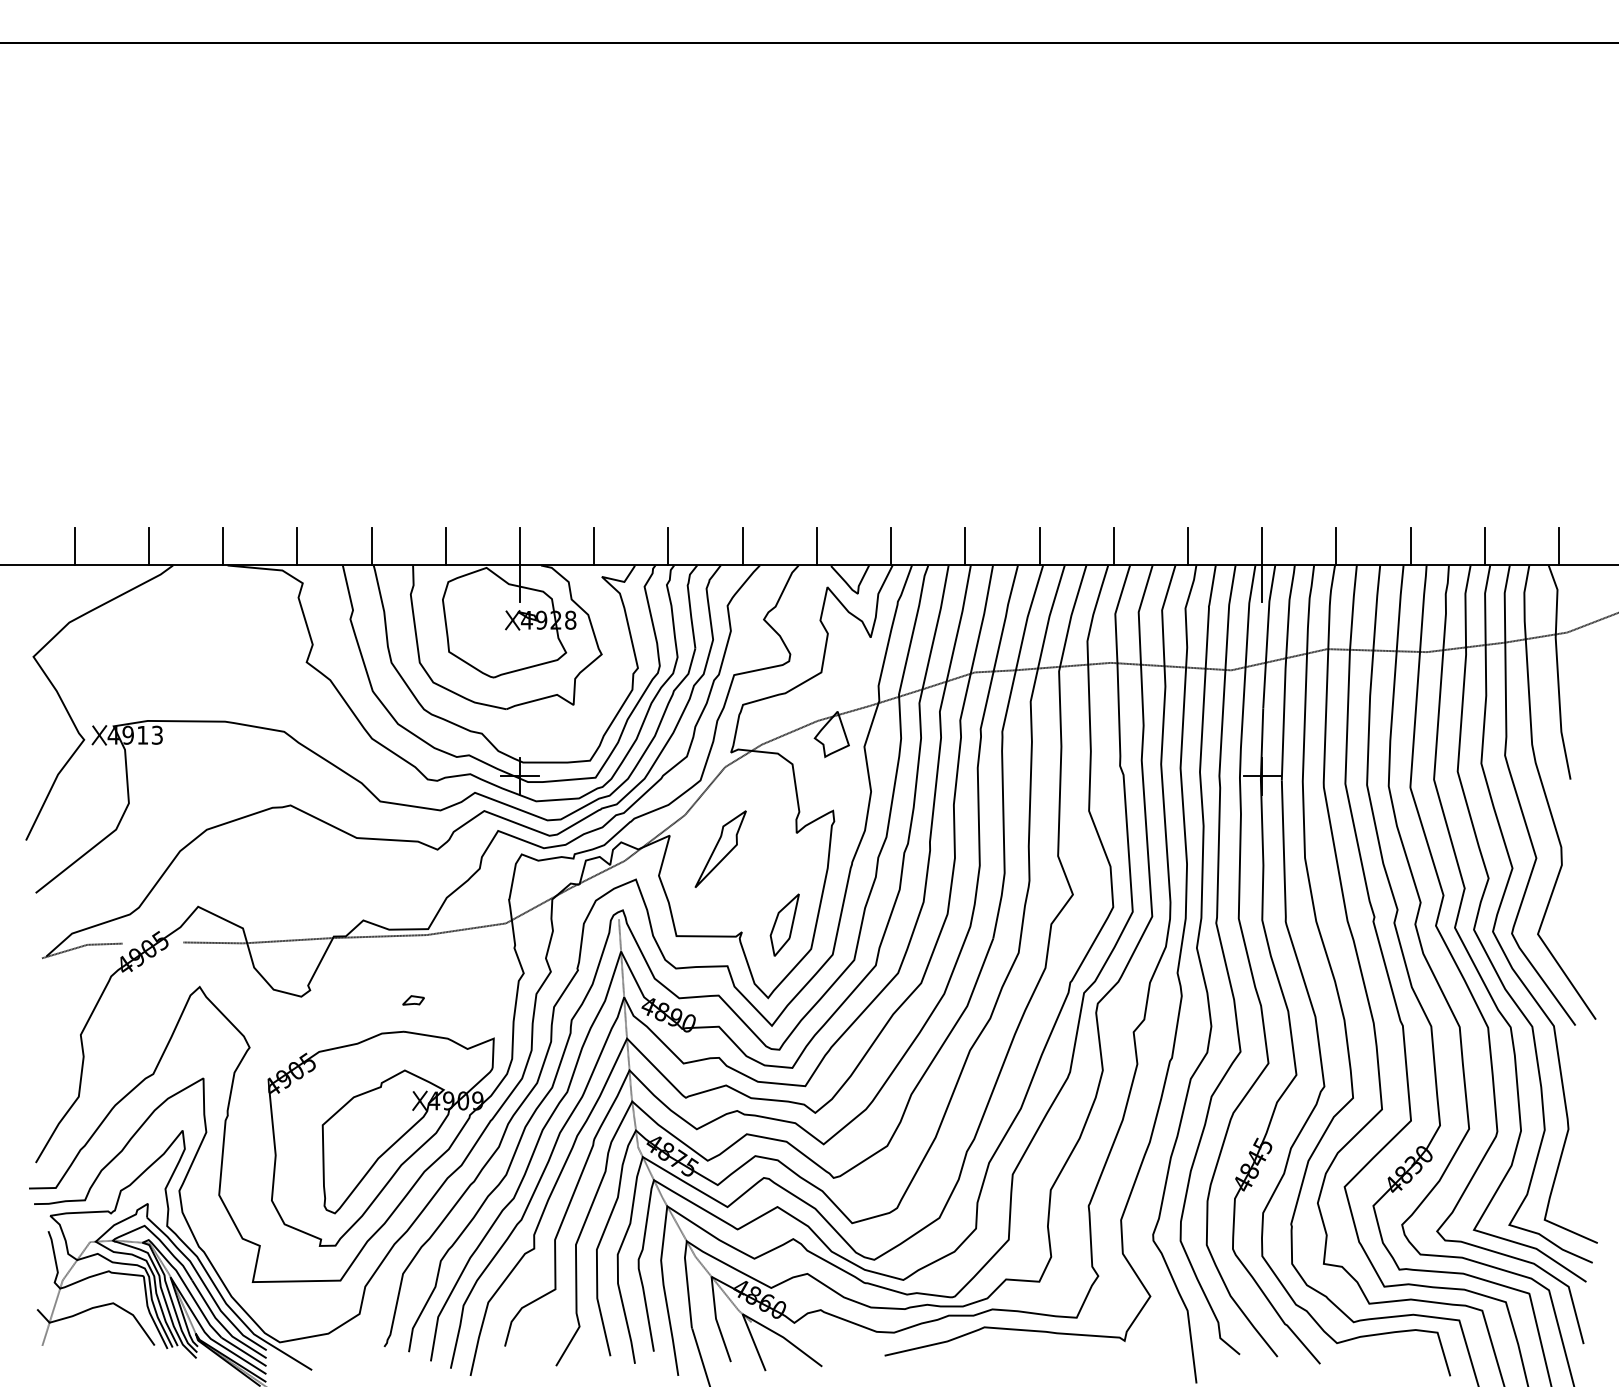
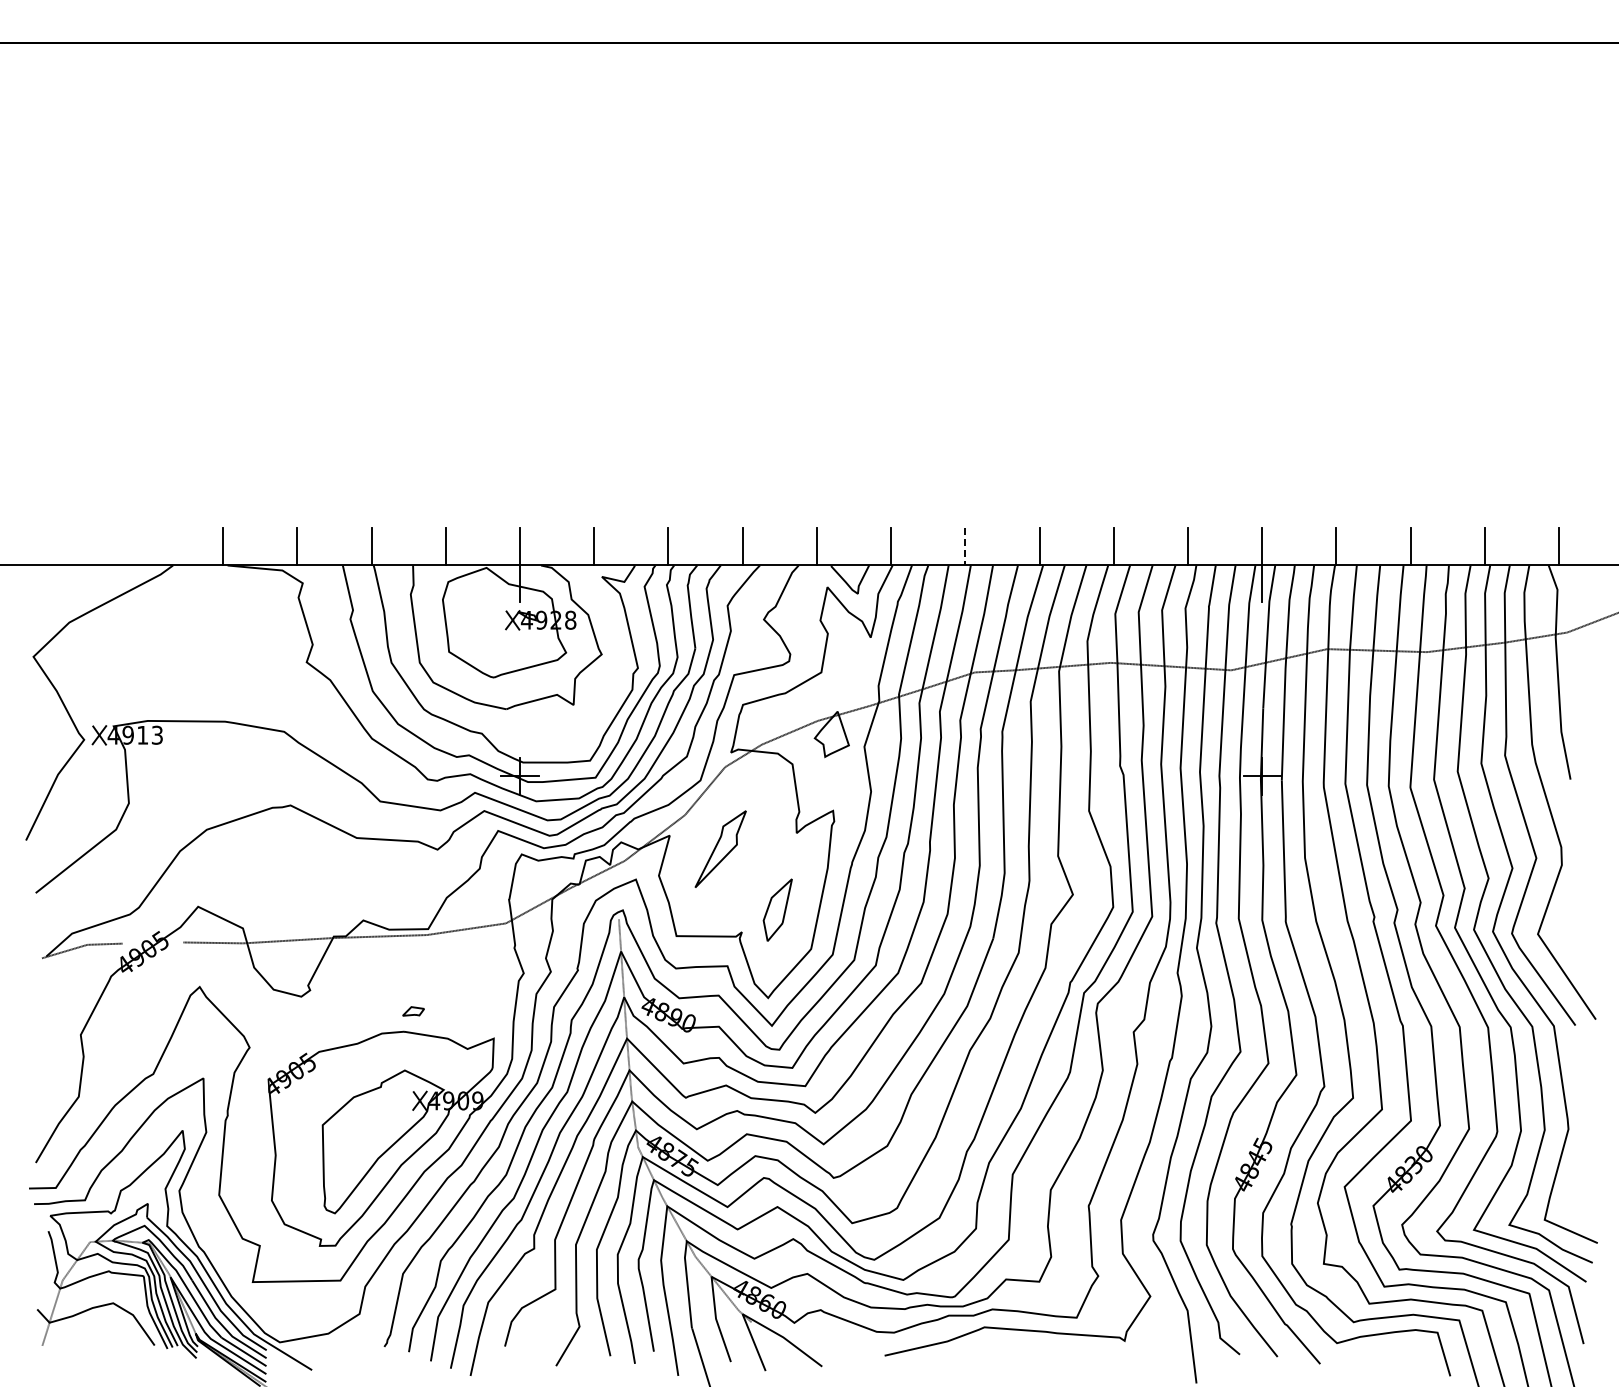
line at (74, 546): present -> none
line at (148, 546): present -> none
line at (965, 546): solid -> dashed
part at (784, 924) position: (784, 924) -> (777, 909)
part at (413, 1000) position: (413, 1000) -> (413, 1011)
